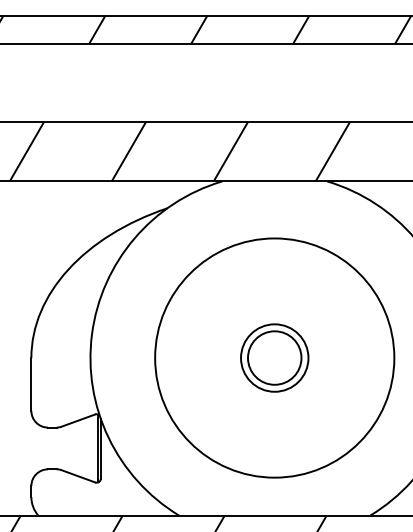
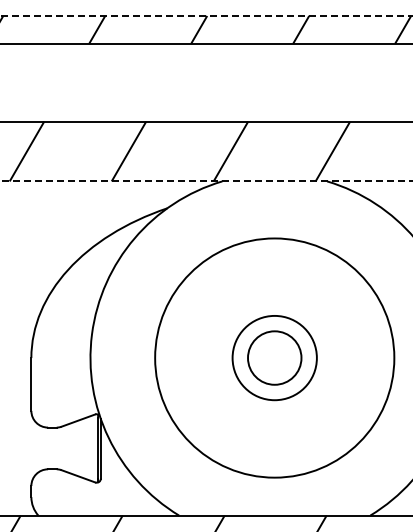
line at (207, 15): solid -> dashed
line at (206, 181): solid -> dashed
circle at (274, 357) diameter: 67 px -> 84 px
